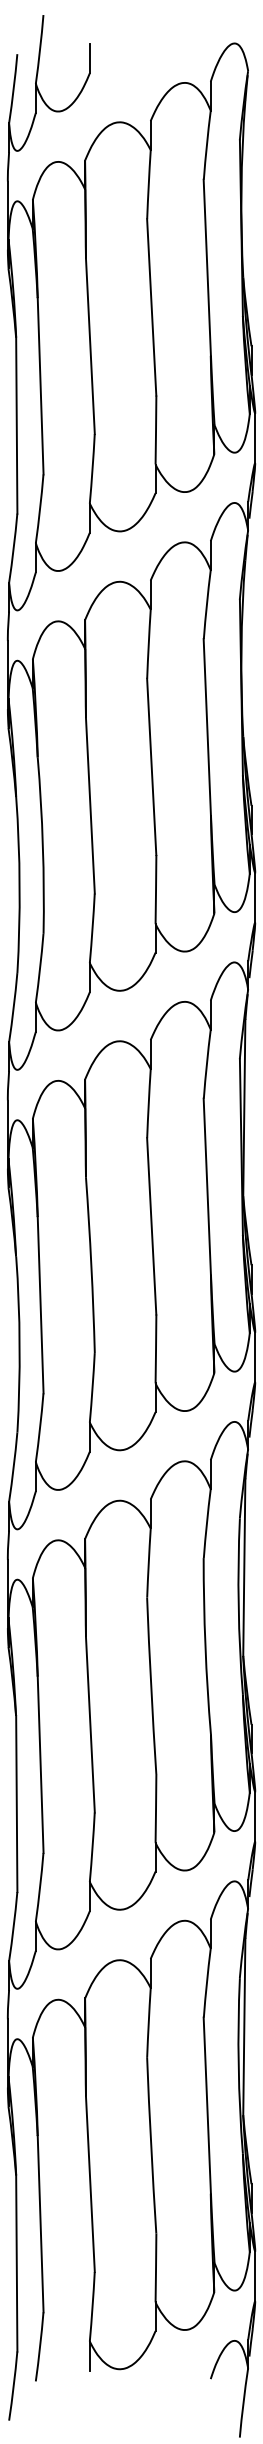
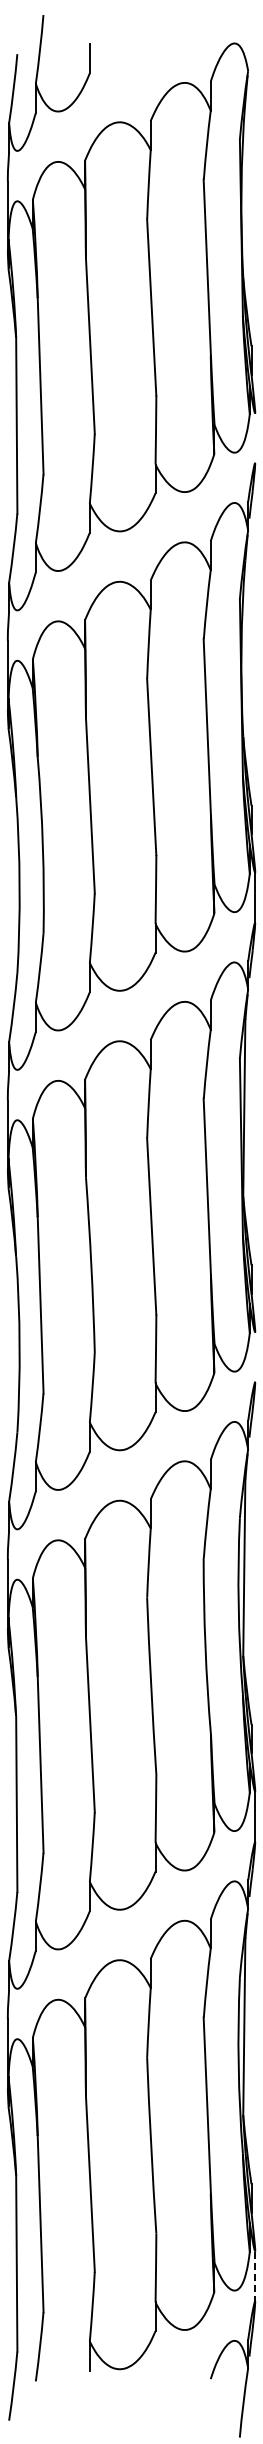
line at (255, 438): present -> none
line at (255, 1357): present -> none
line at (255, 2275): solid -> dashed
